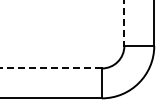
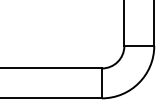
line at (124, 23): dashed -> solid
line at (50, 68): dashed -> solid
